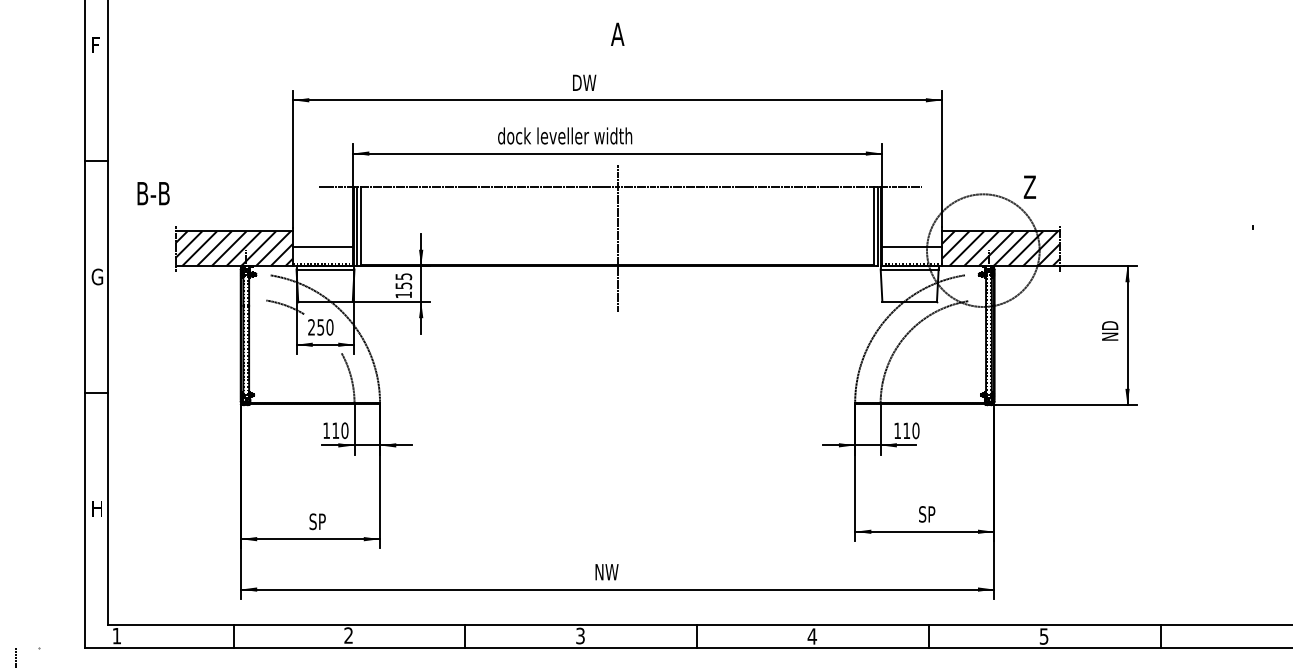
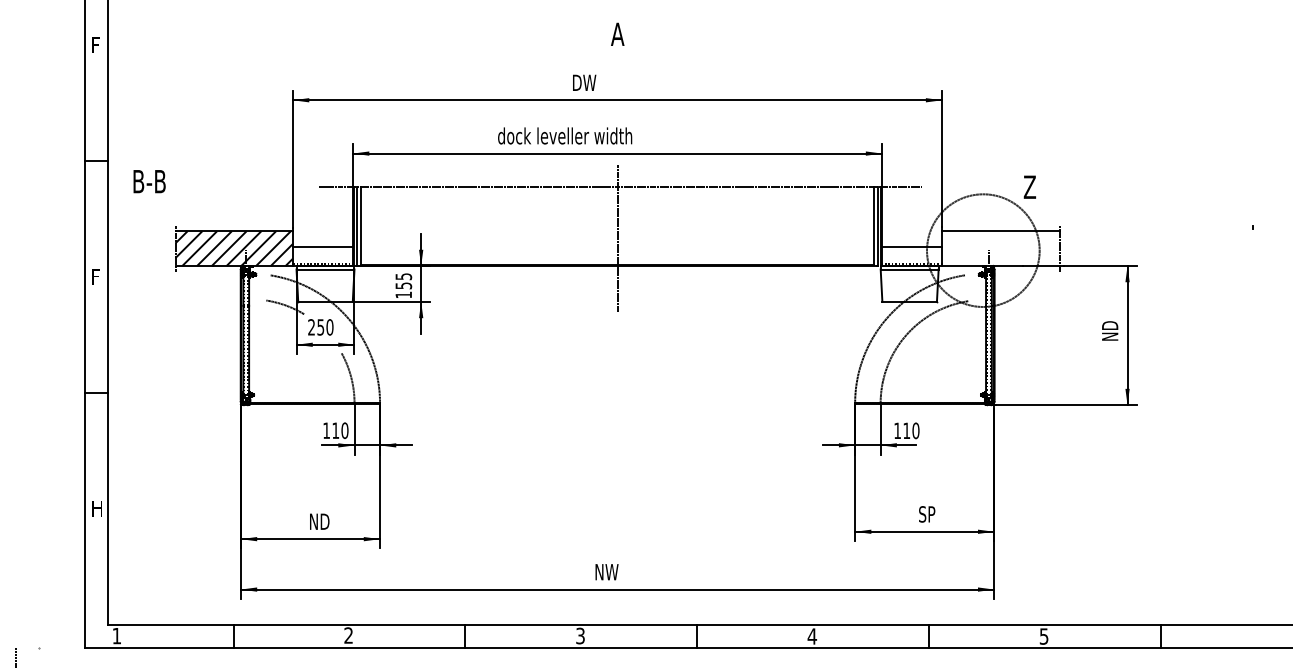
text at (153, 193) position: (153, 193) -> (149, 181)
hatch at (1000, 248): present -> none
text at (97, 276): G -> F
text at (319, 521): SP -> ND
